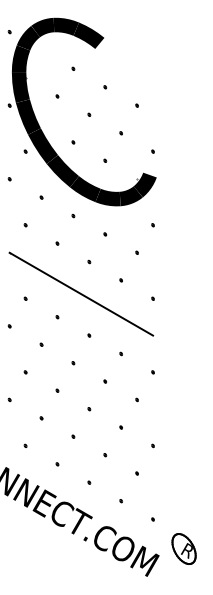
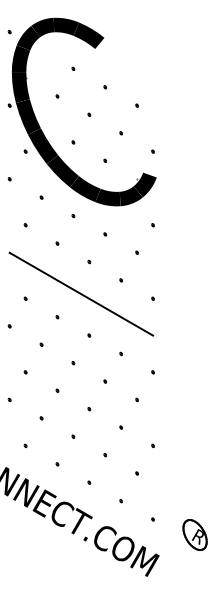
part at (183, 548) position: (183, 548) -> (194, 534)
